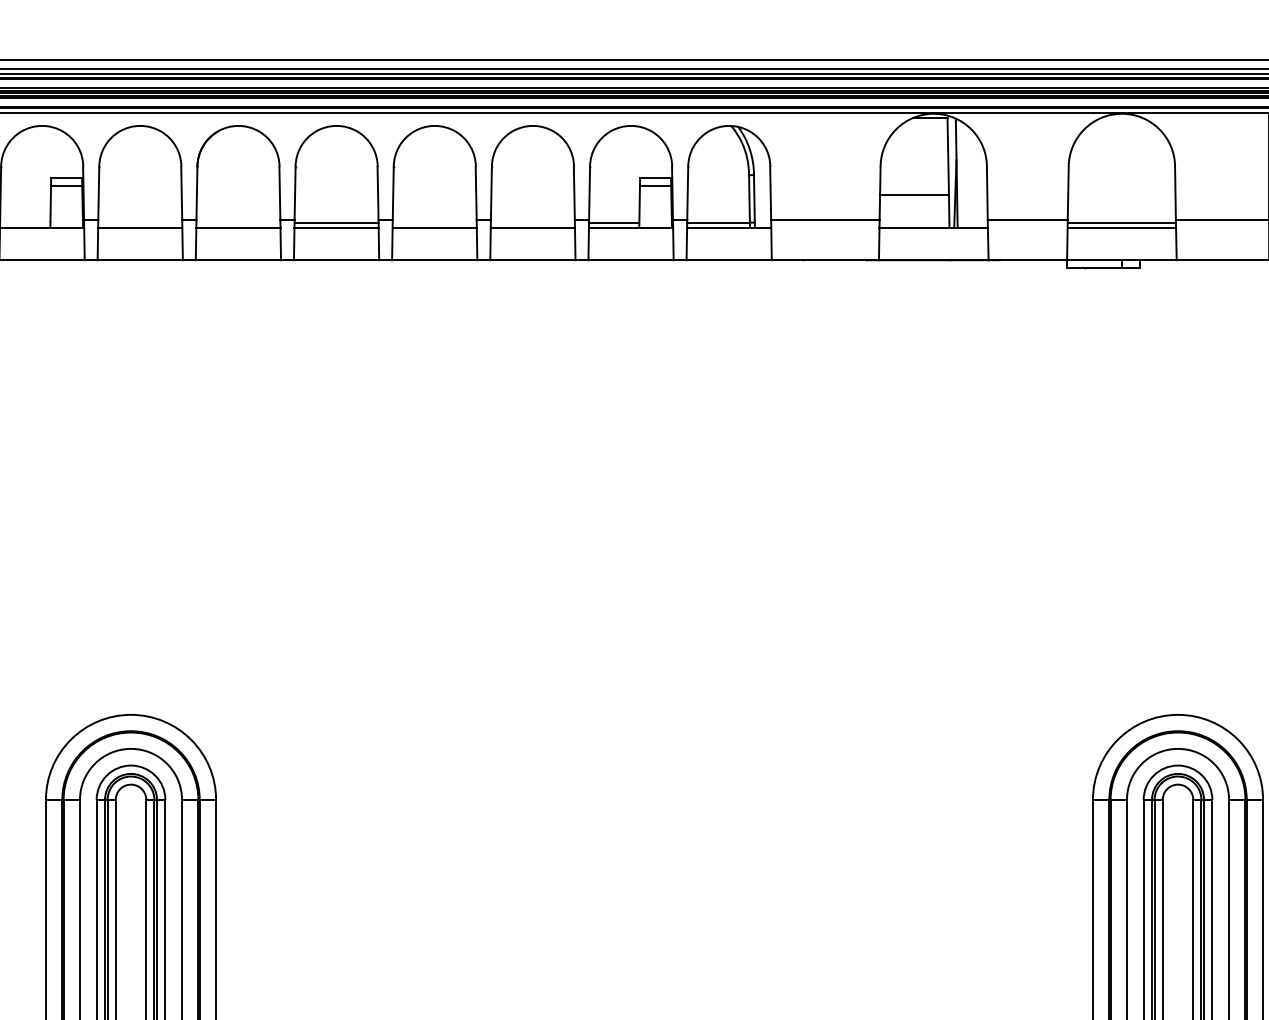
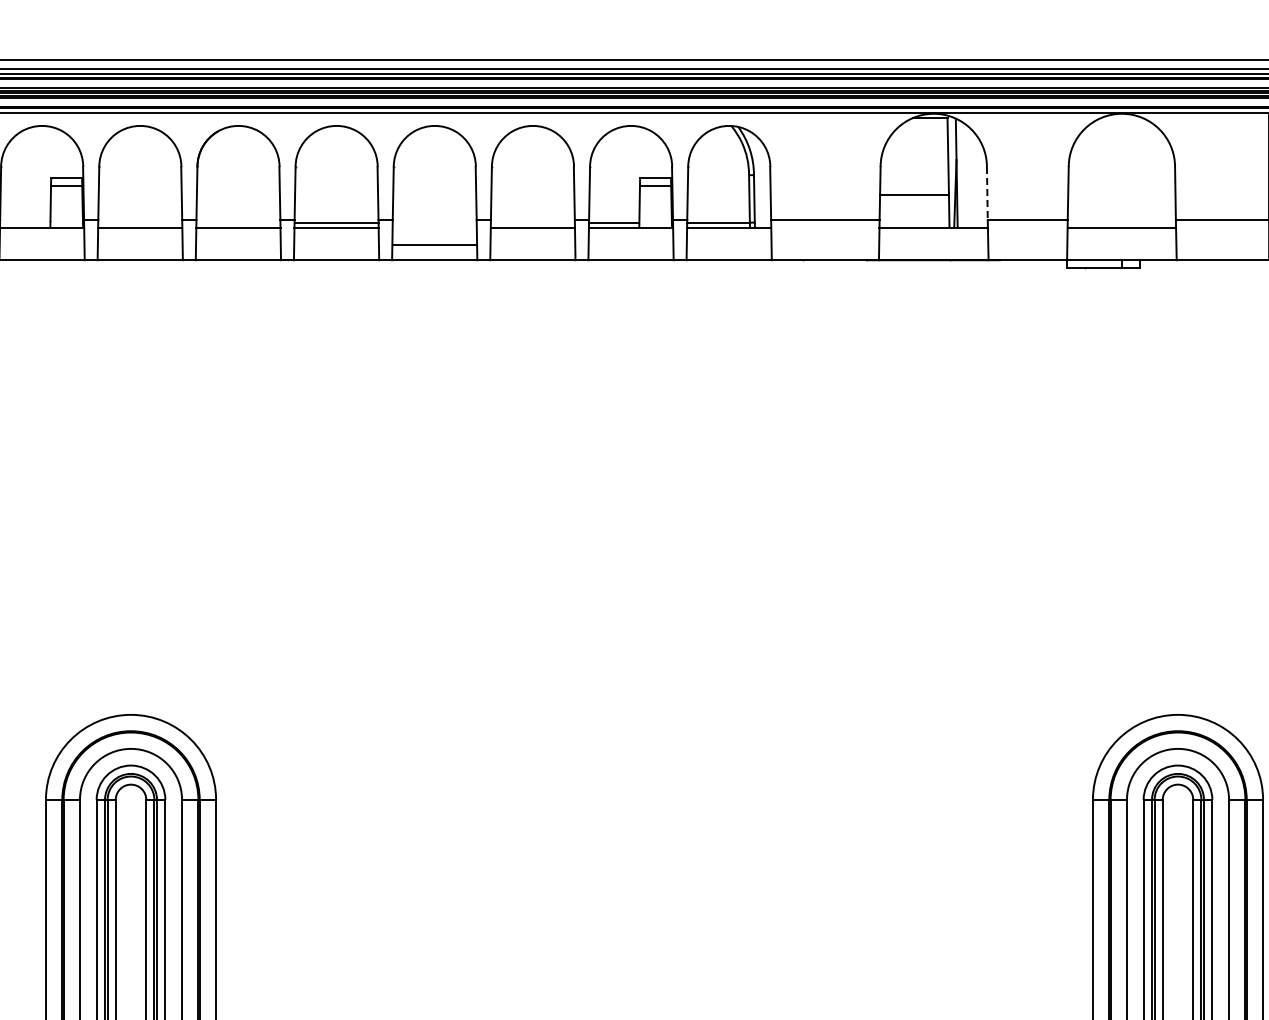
line at (987, 193): solid -> dashed
line at (1121, 222): present -> none
line at (434, 227) position: (434, 227) -> (434, 244)
